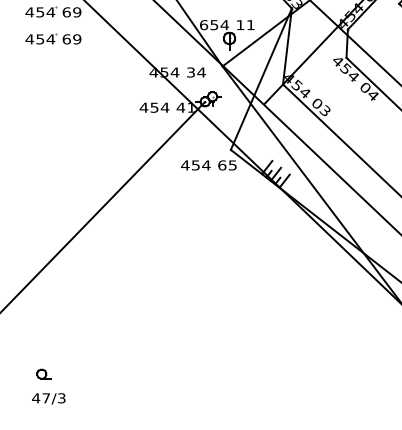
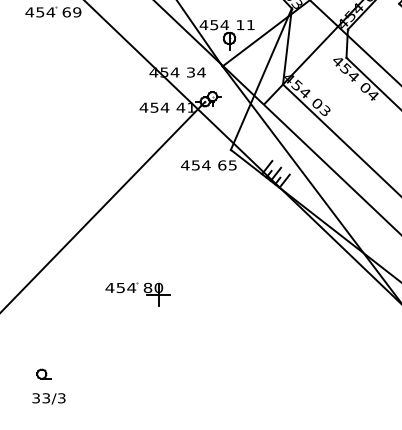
text at (203, 25): 654 -> 454
part at (53, 38): present -> none
part at (137, 294): none -> present
text at (41, 398): 47/3 -> 33/3
